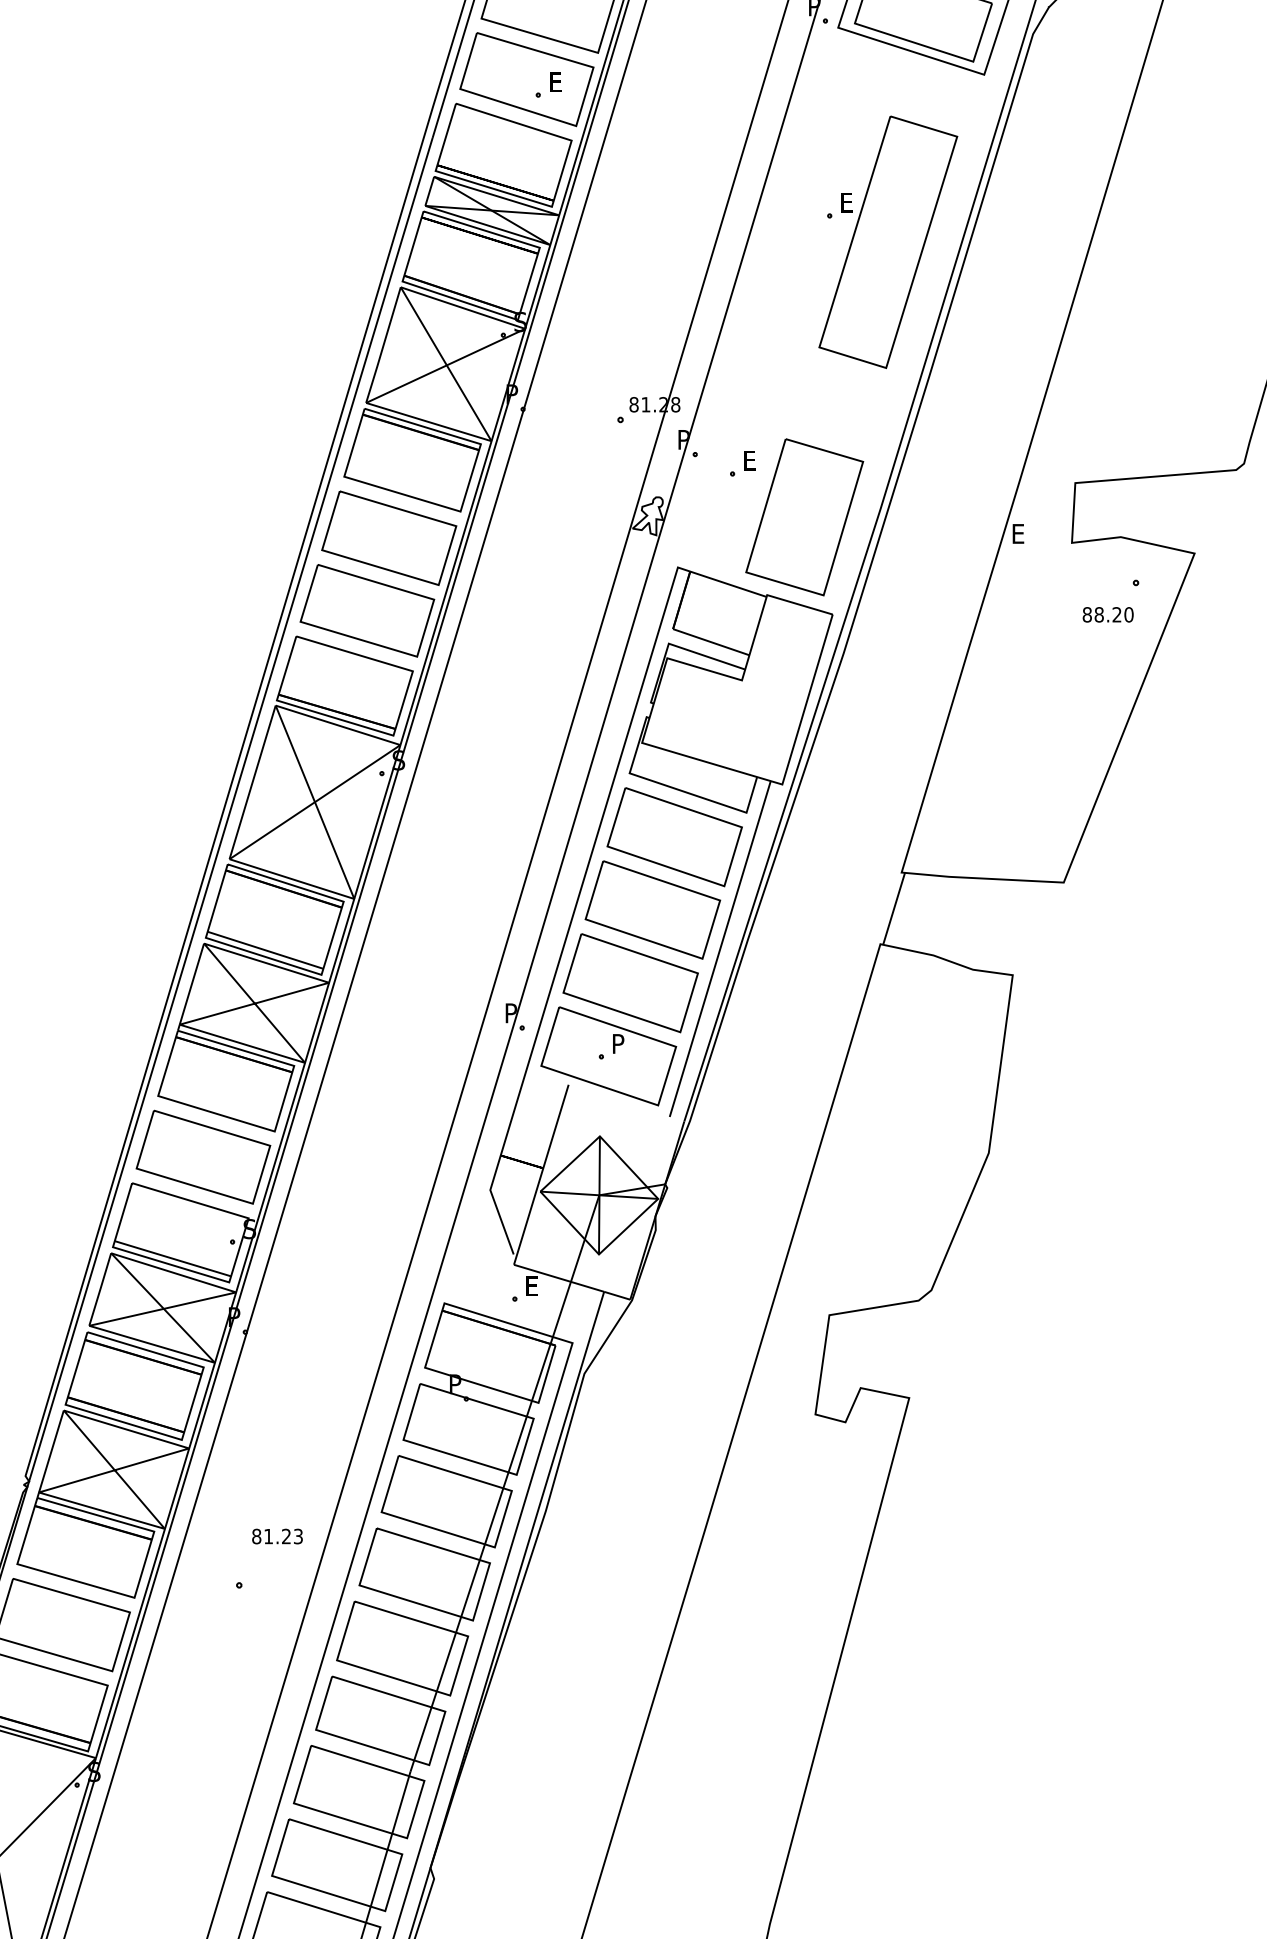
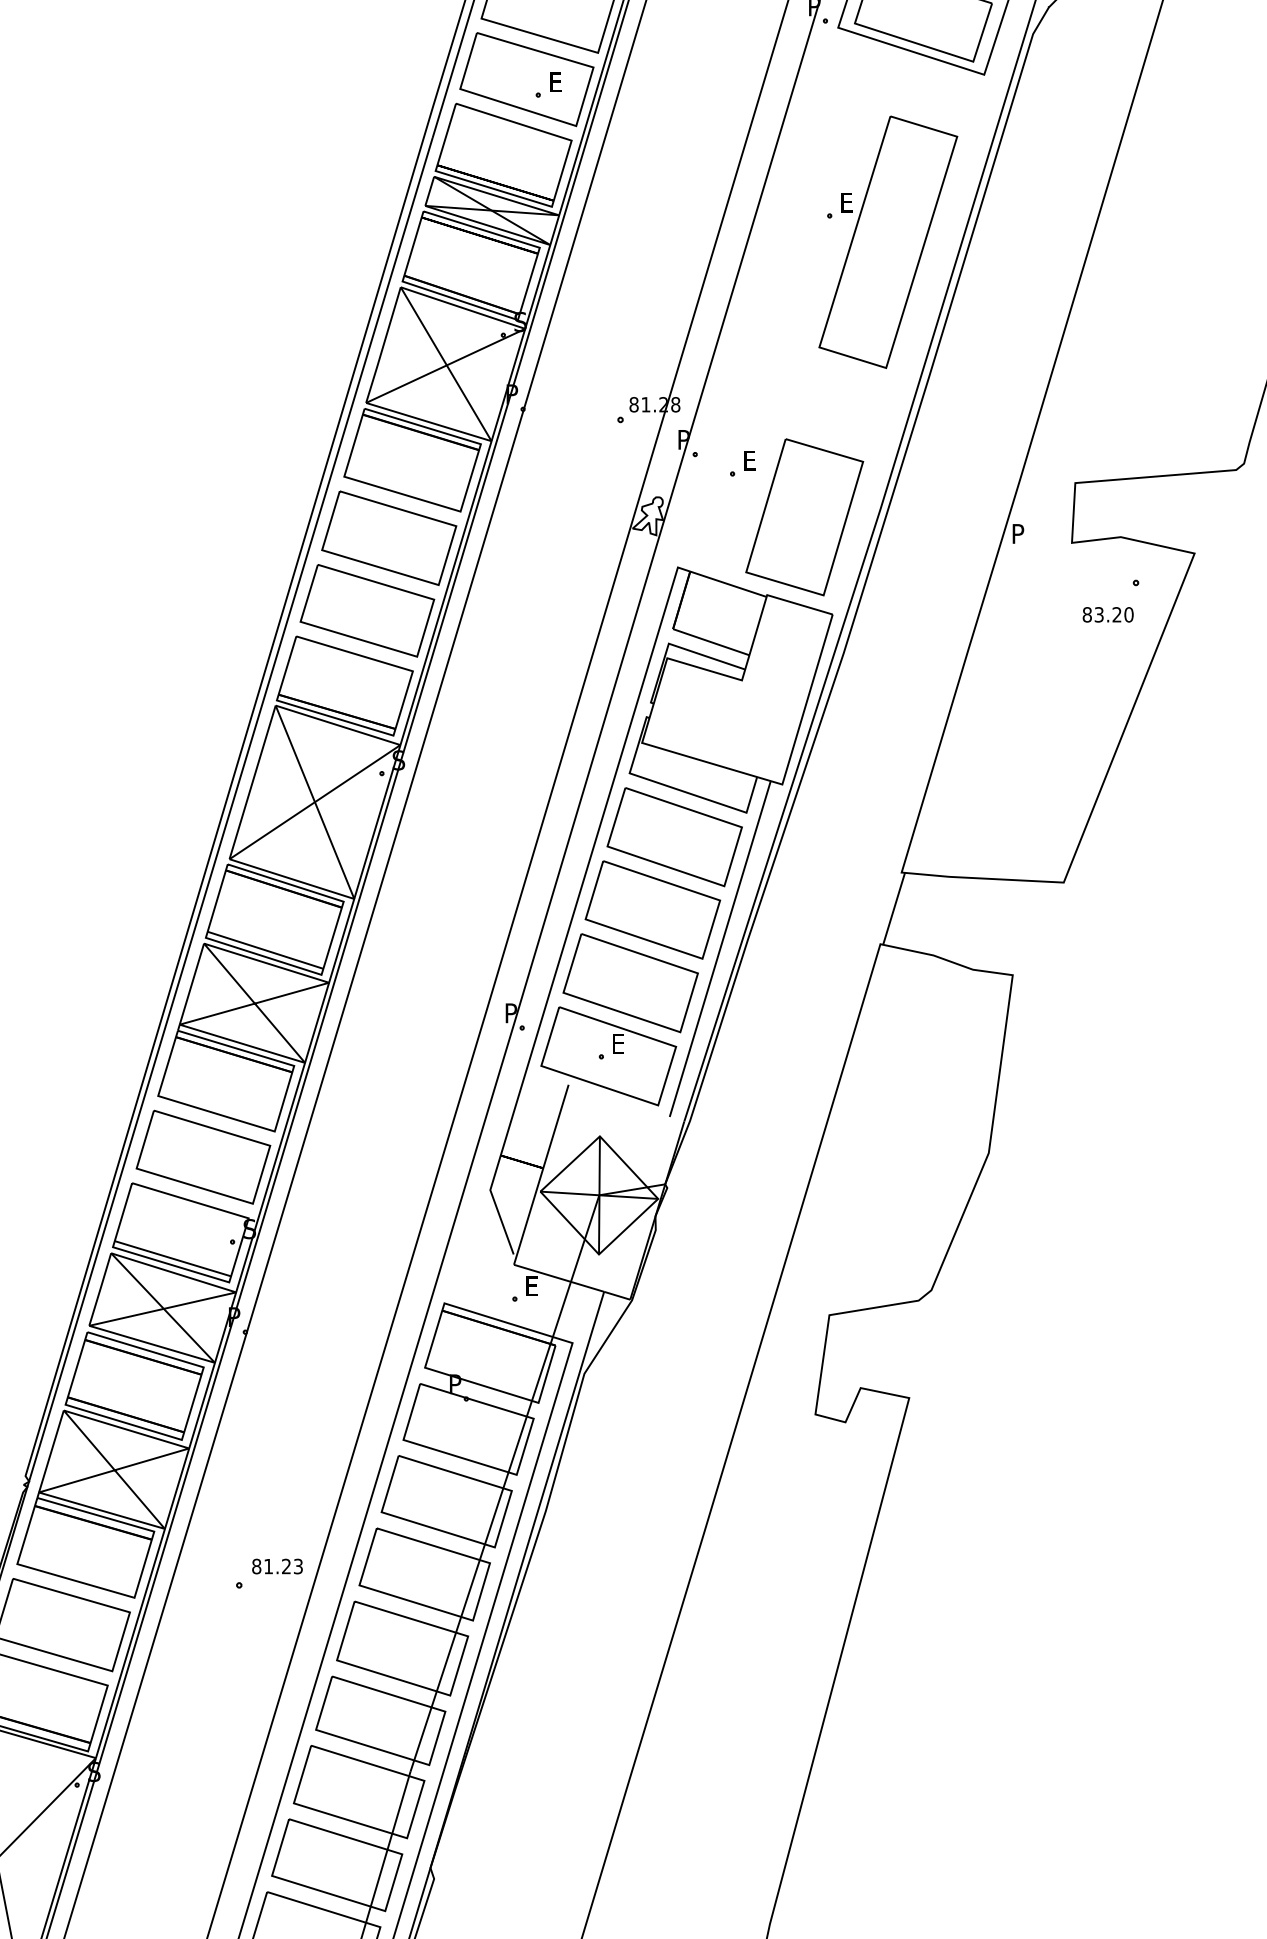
text at (1019, 533): E -> P
text at (1098, 614): 88.20 -> 83.20
text at (618, 1043): P -> E
text at (277, 1536) position: (277, 1536) -> (277, 1566)
